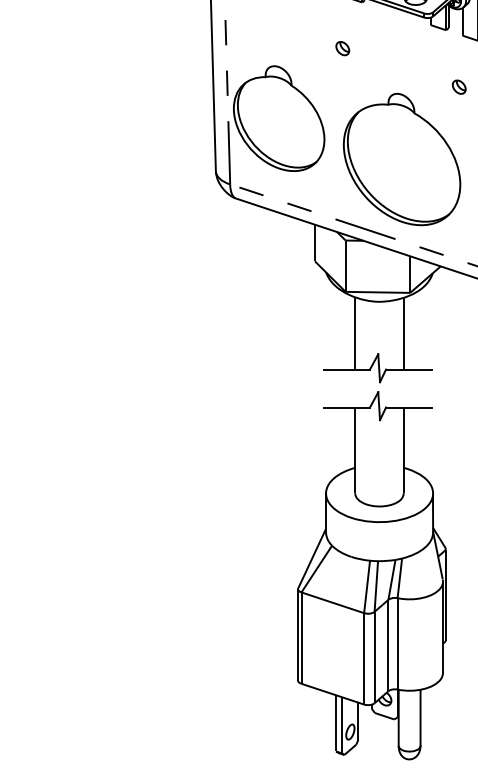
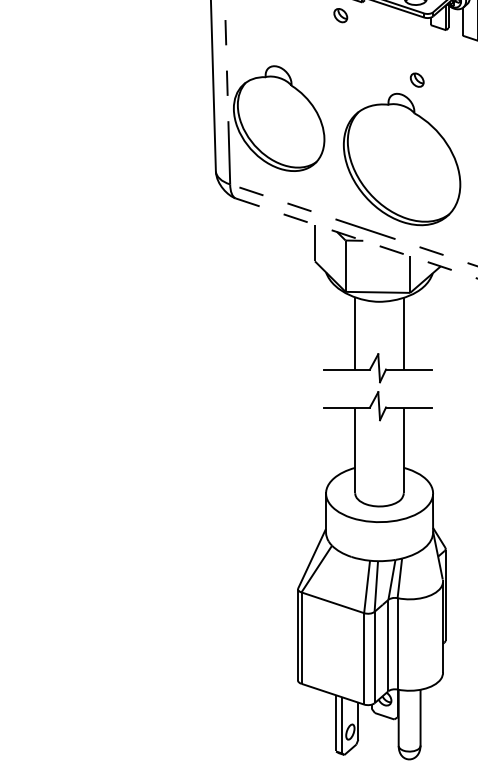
part at (342, 48) position: (342, 48) -> (340, 15)
part at (458, 86) position: (458, 86) -> (416, 79)
line at (356, 238): solid -> dashed
